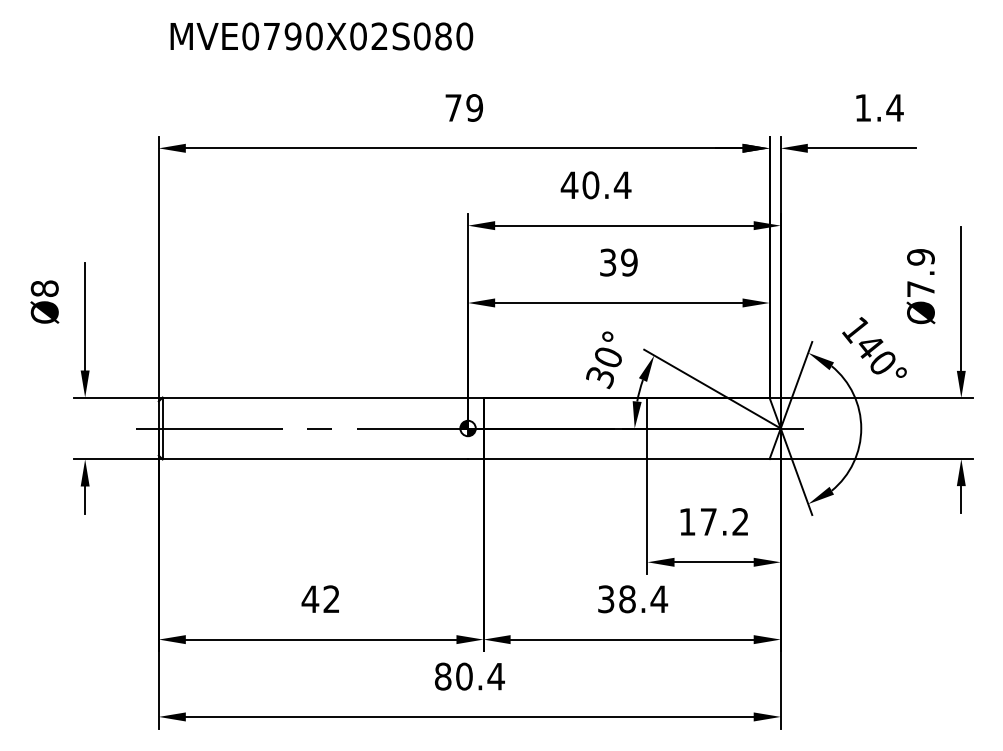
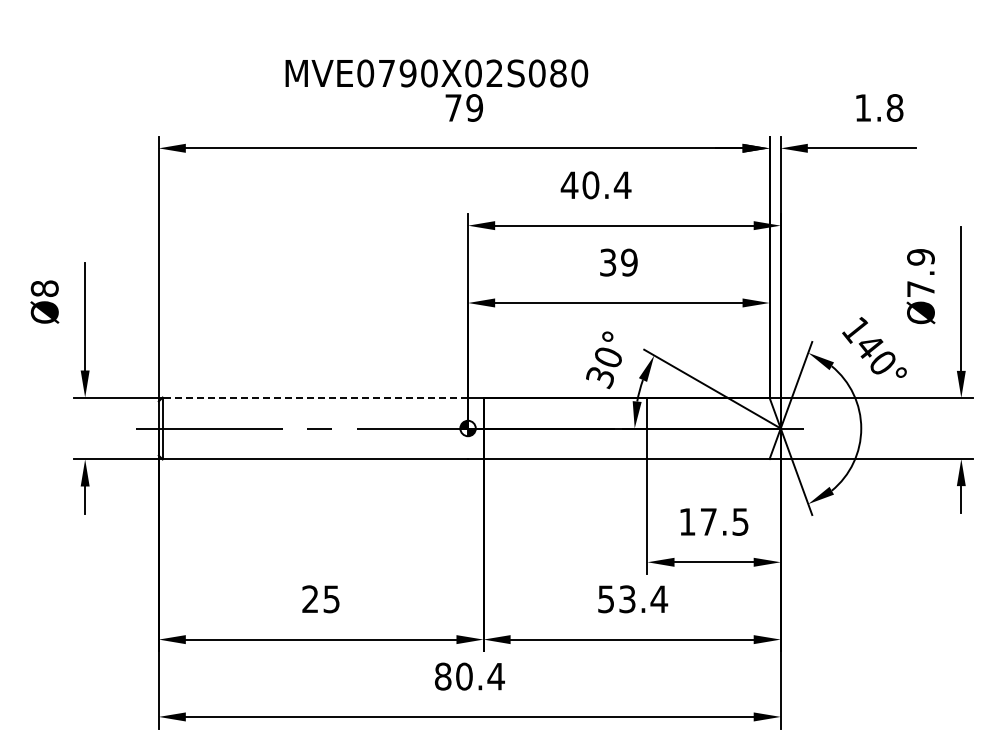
text at (321, 36) position: (321, 36) -> (436, 73)
text at (894, 107): 1.4 -> 1.8
line at (315, 397): solid -> dashed
text at (740, 521): 17.2 -> 17.5
text at (320, 599): 42 -> 25
text at (616, 599): 38.4 -> 53.4
